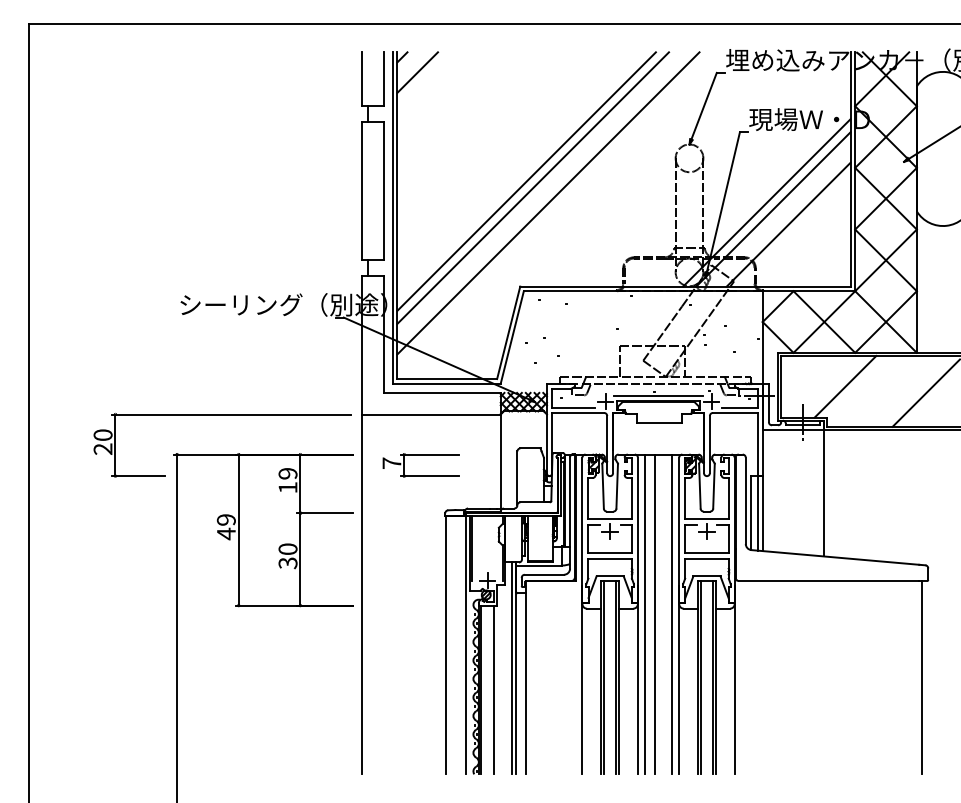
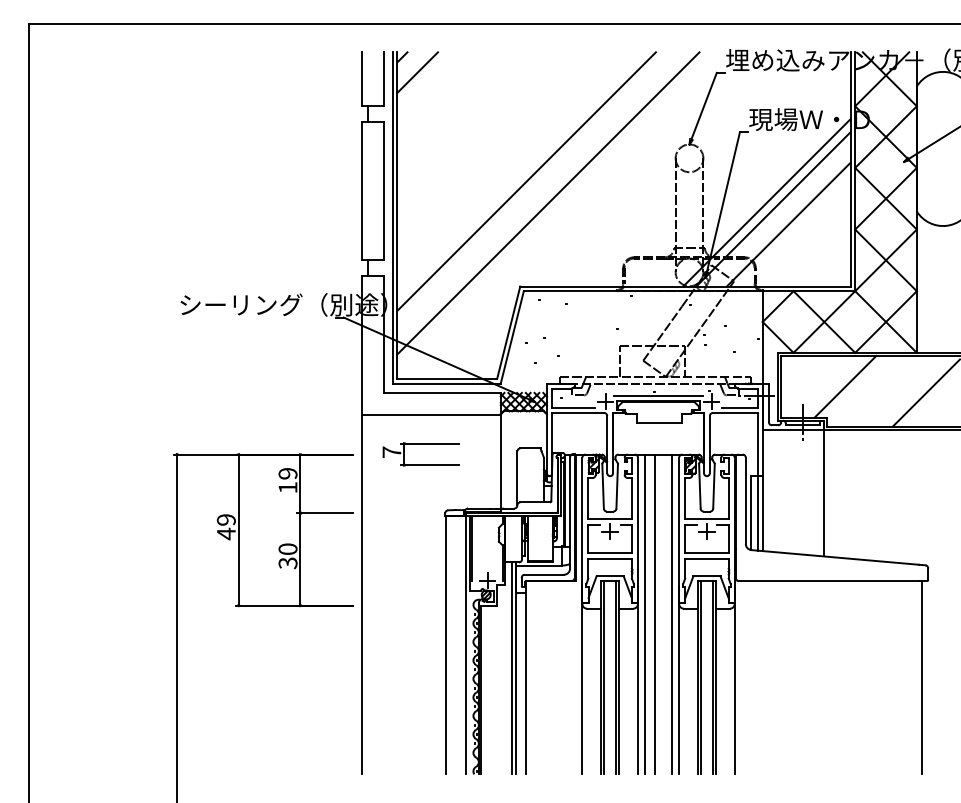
line at (533, 187): present -> none
part at (222, 415): present -> none
part at (420, 455) position: (420, 455) -> (420, 444)
line at (494, 689): present -> none
